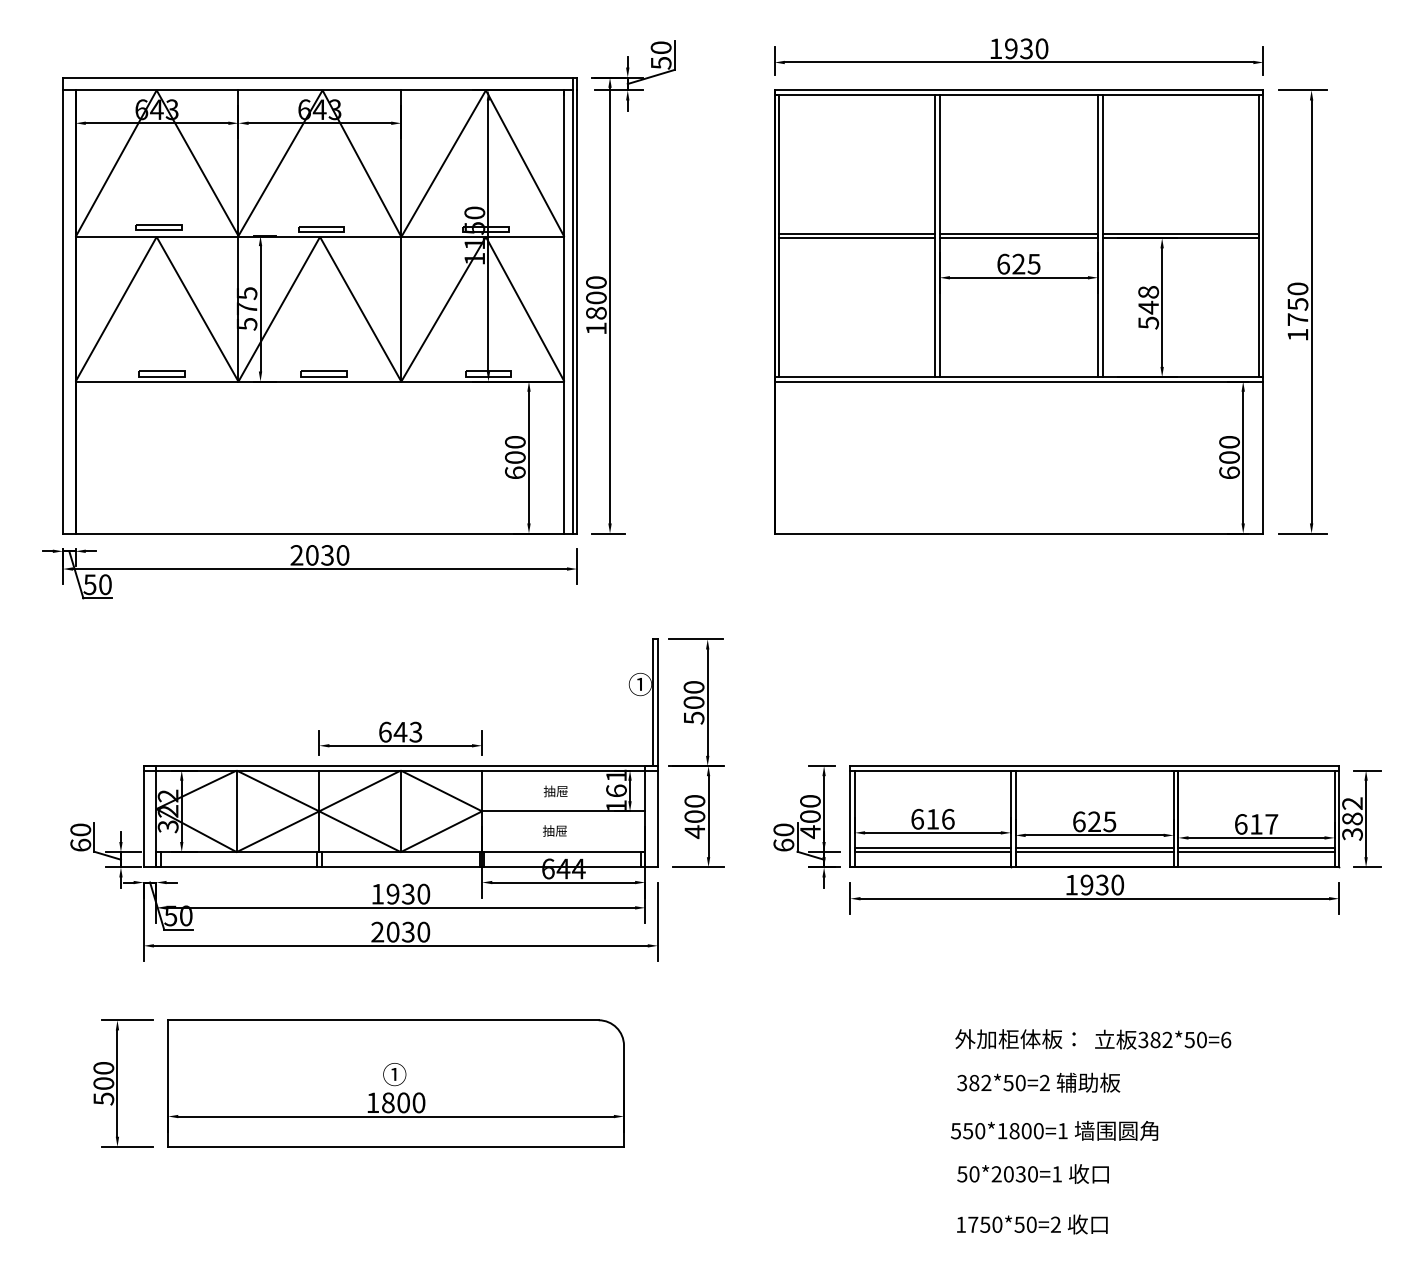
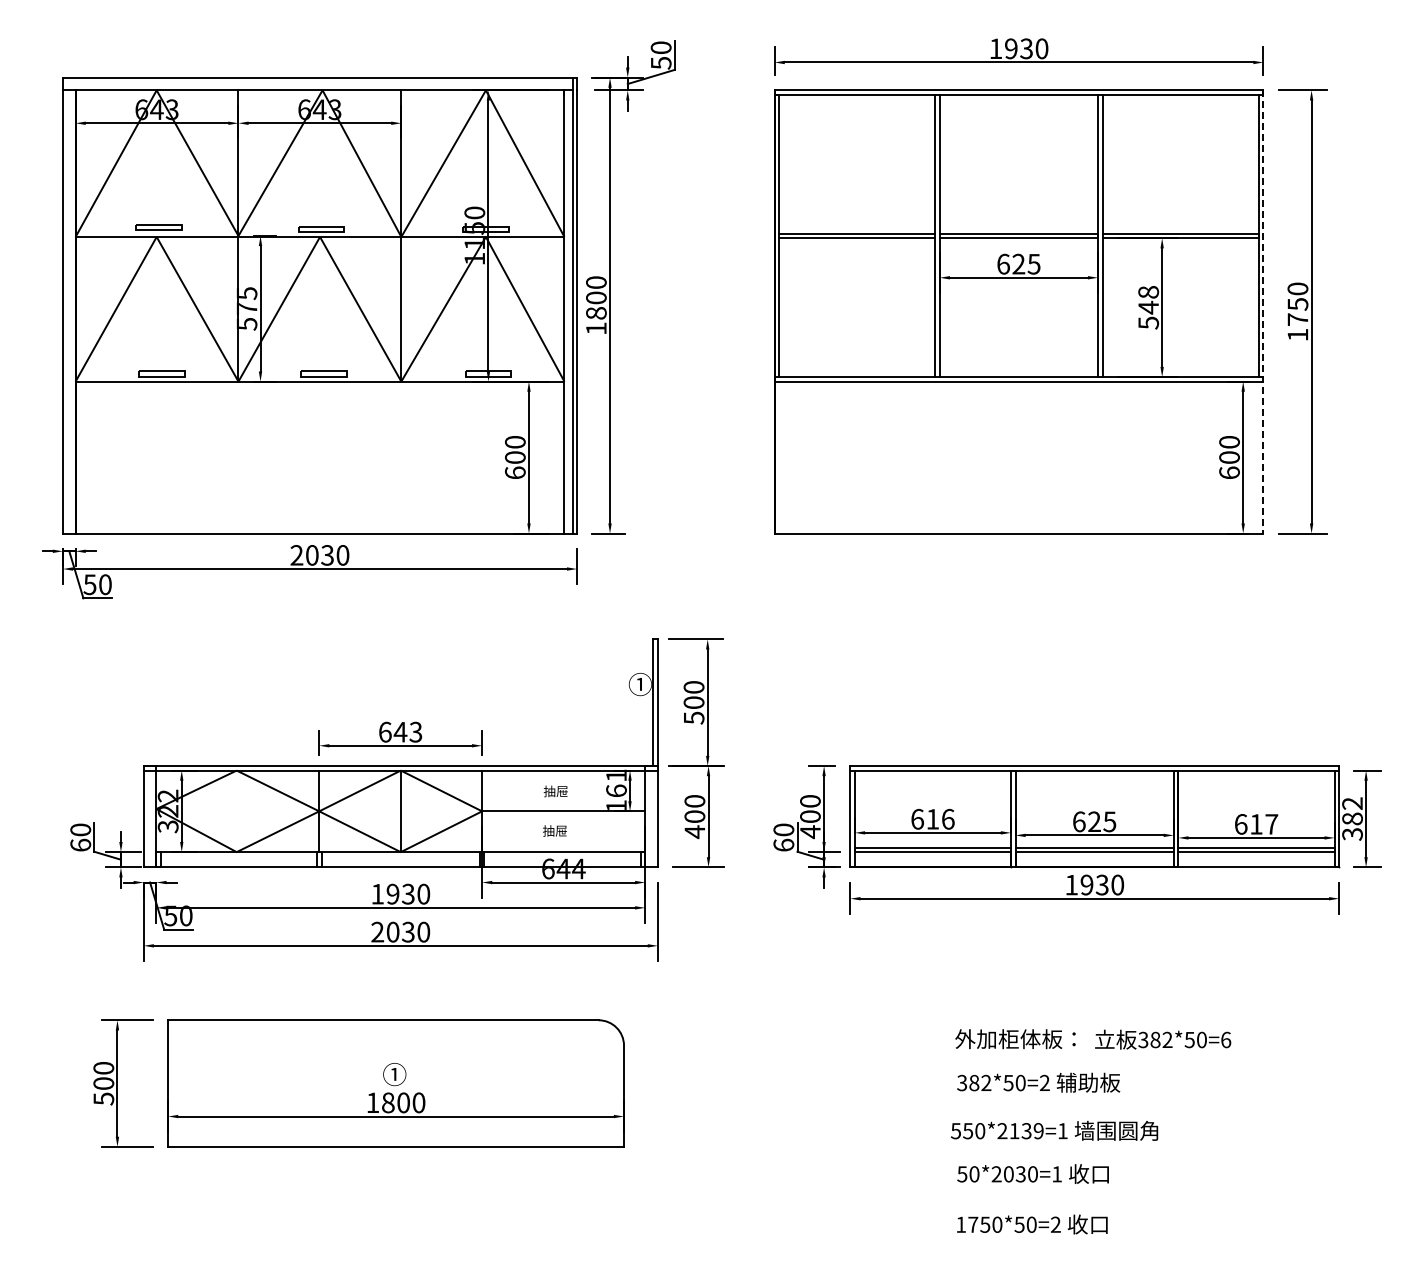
line at (1263, 311): solid -> dashed
line at (236, 811): present -> none
text at (1020, 1131): 550*1800=1 -> 550*2139=1
